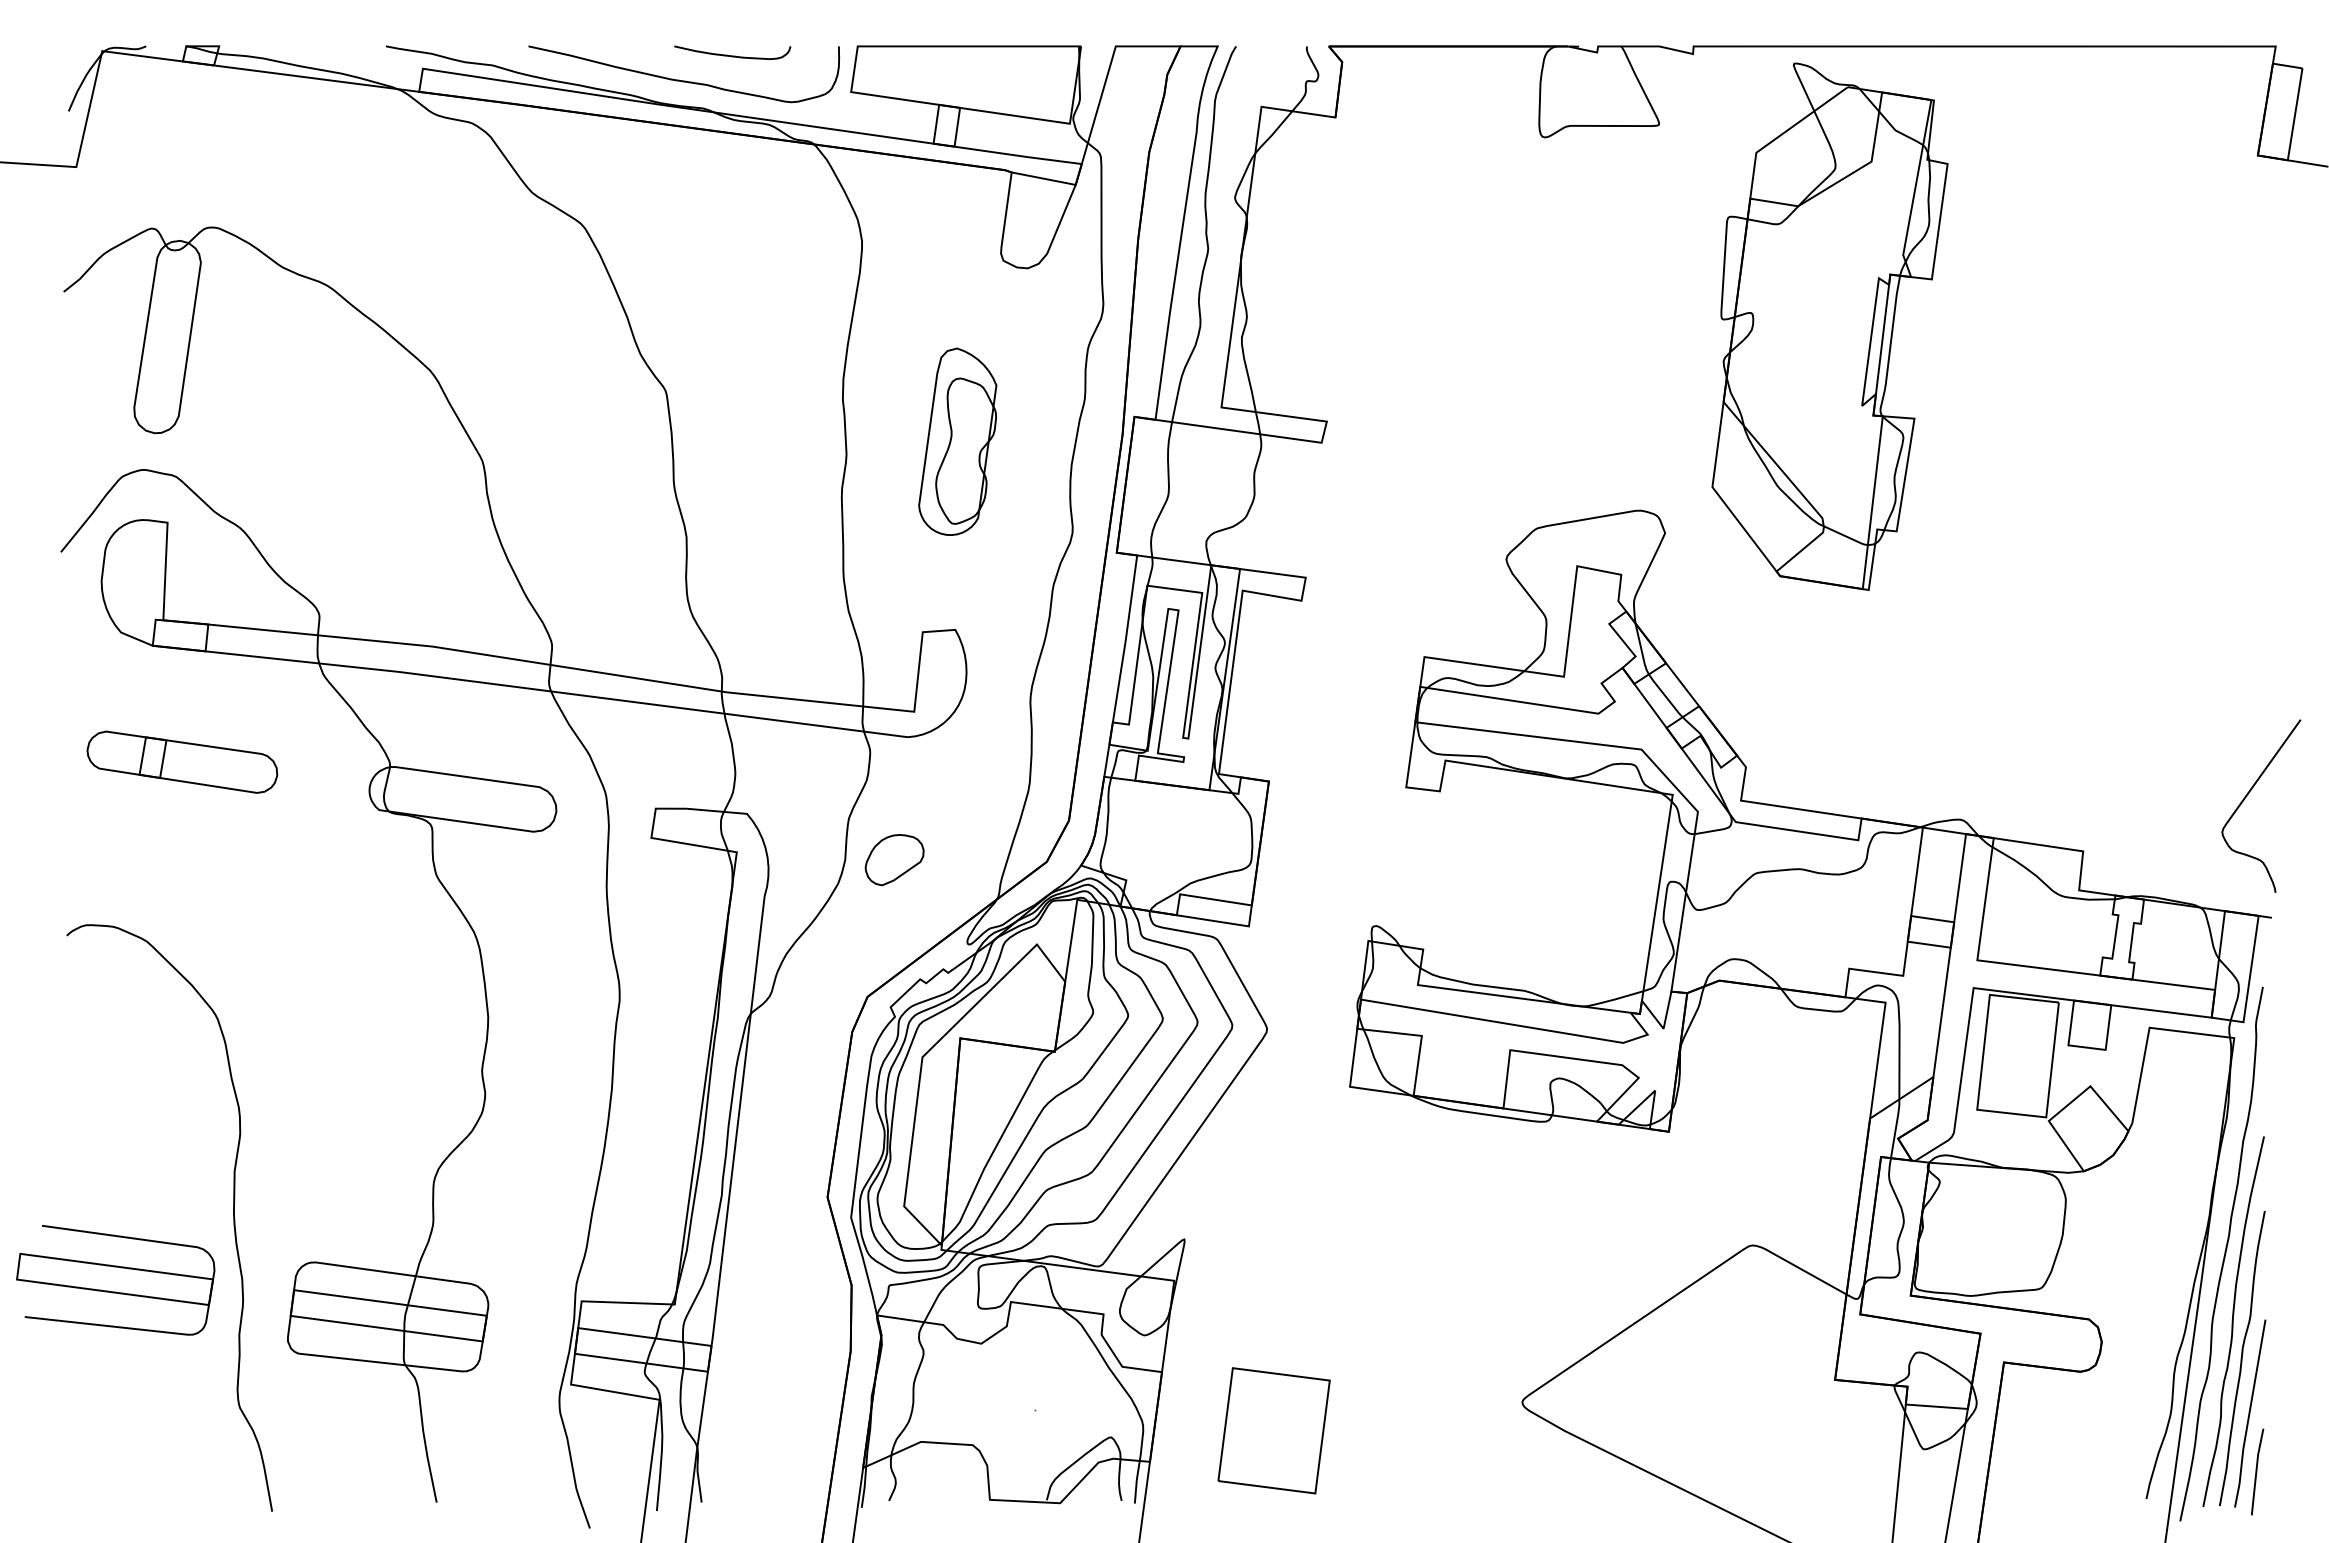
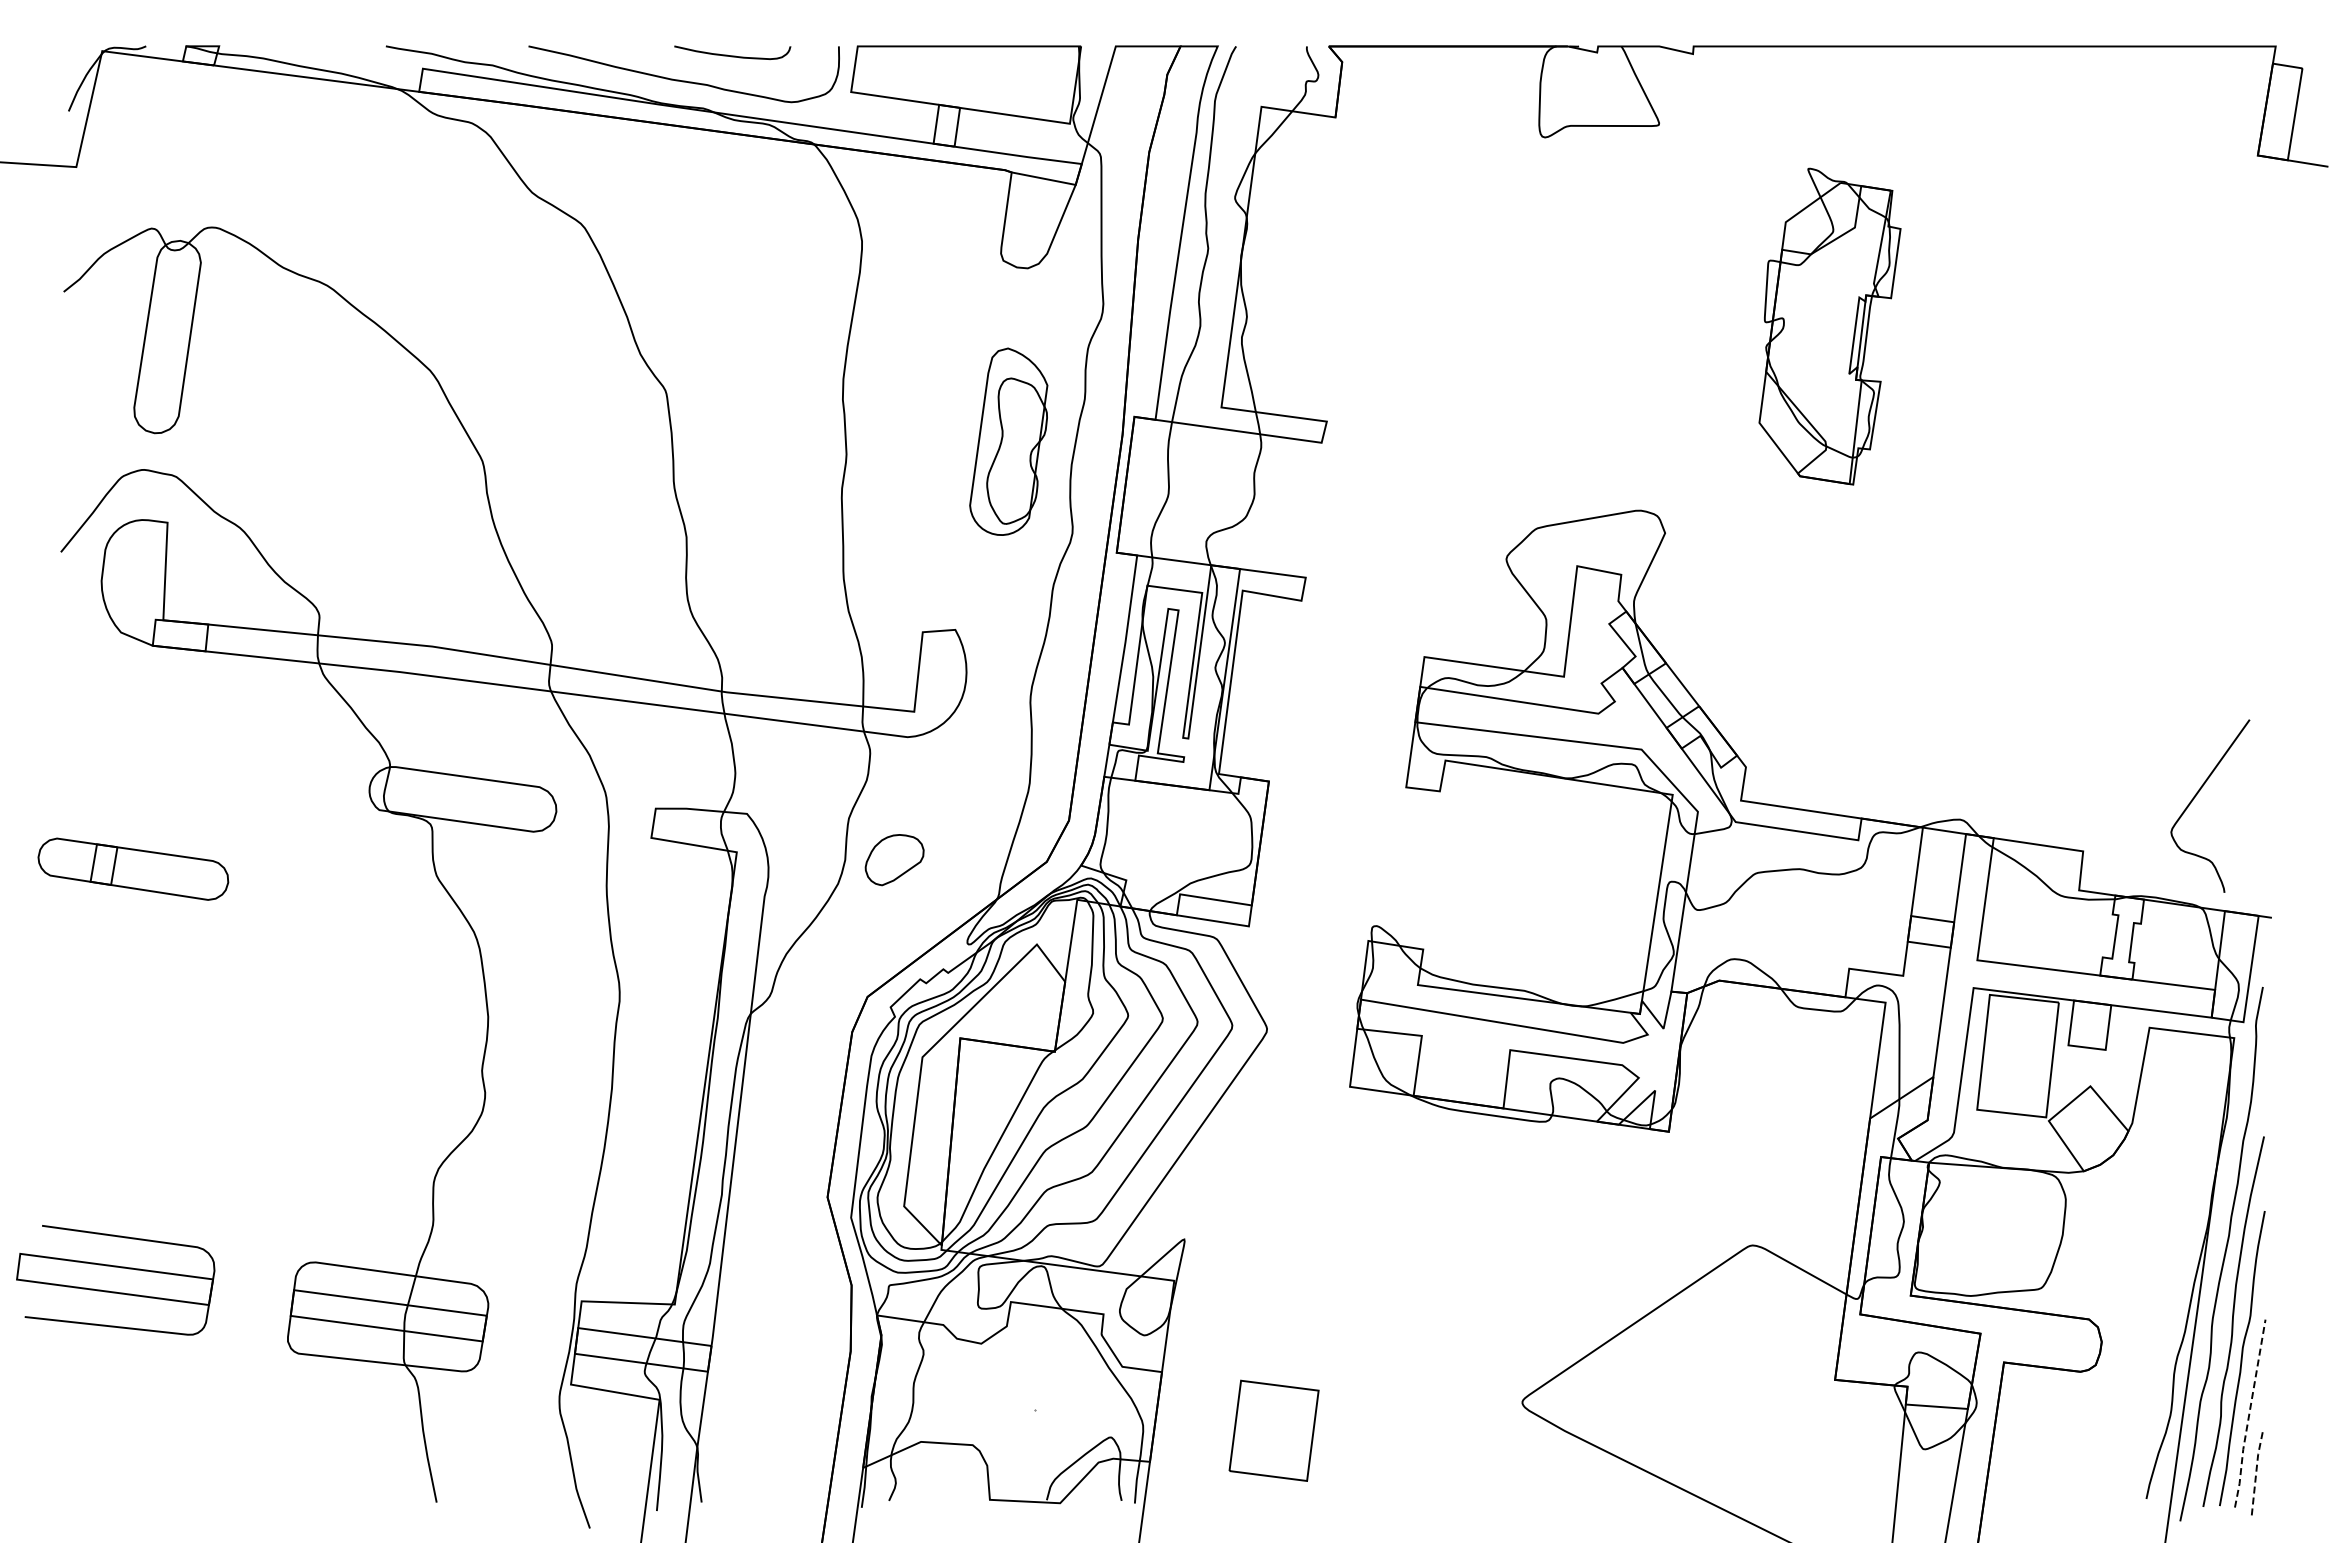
part at (1829, 326) size: 238x529 px -> 144x319 px
part at (957, 441) position: (957, 441) -> (1008, 441)
part at (182, 761) position: (182, 761) -> (133, 868)
curve at (2247, 796) position: (2247, 796) -> (2196, 796)
curve at (233, 1217): present -> none
line at (2249, 1414): solid -> dashed
part at (1273, 1430) size: 114x128 px -> 92x103 px
line at (2256, 1471): solid -> dashed
